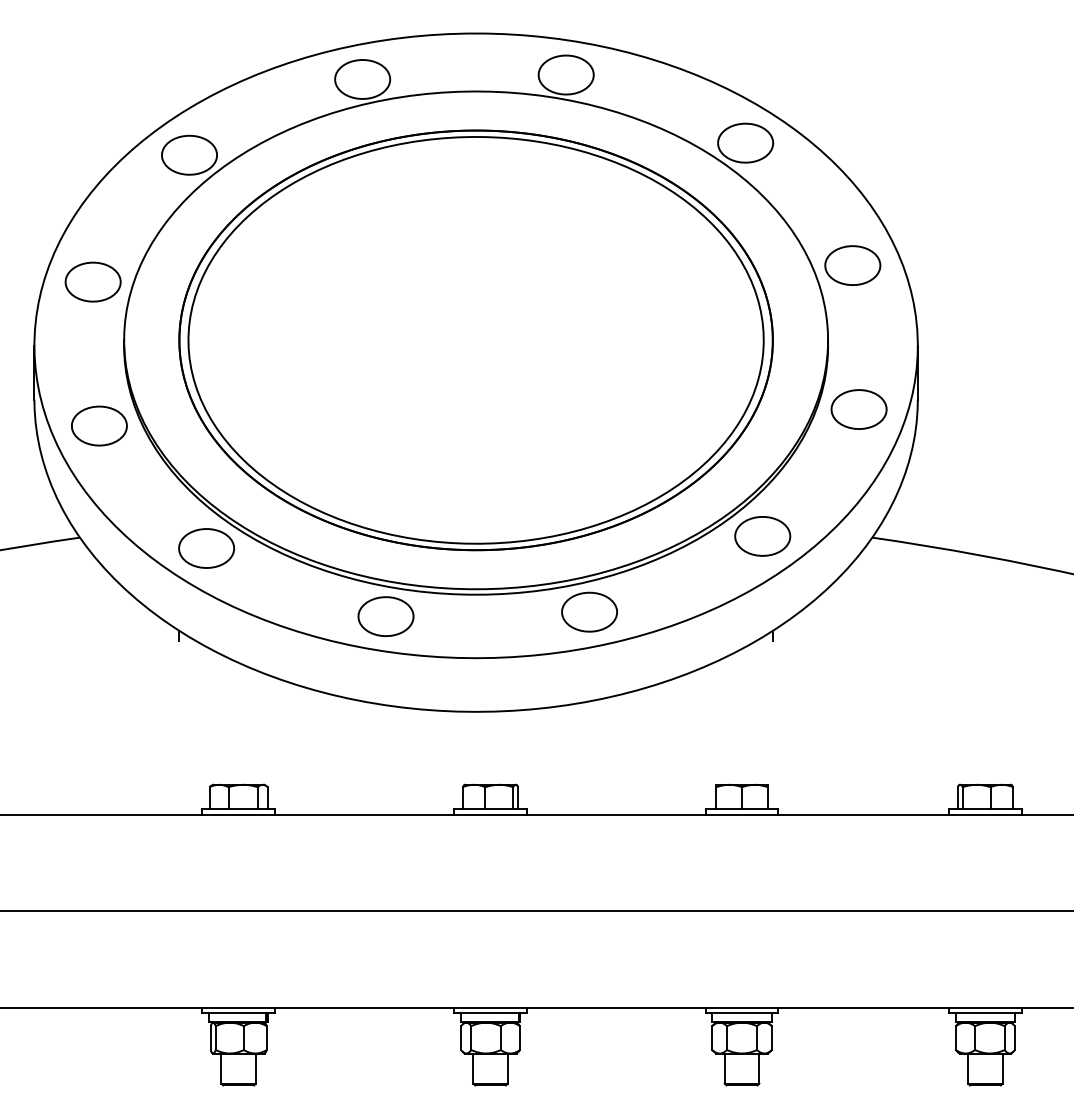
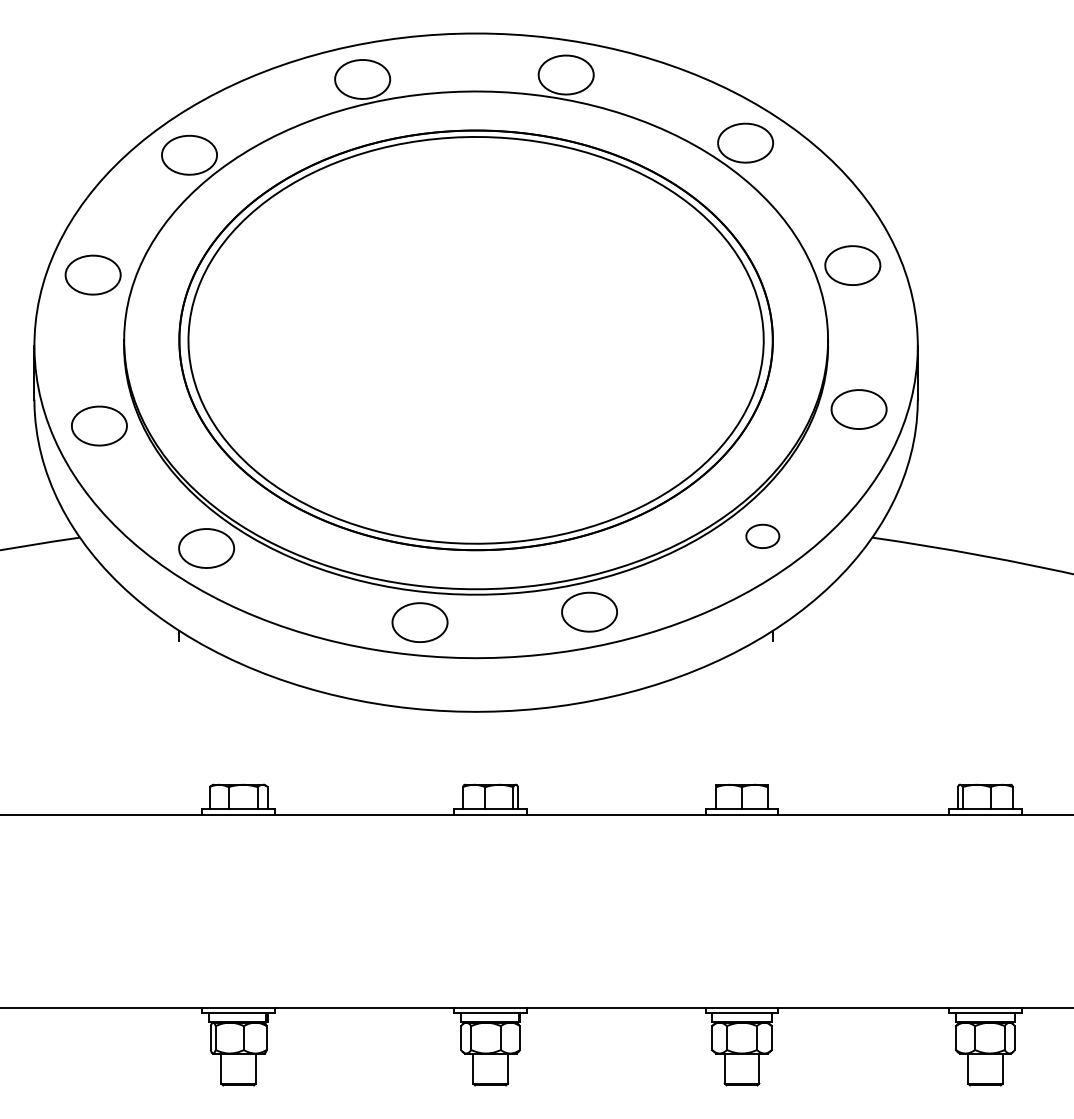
part at (92, 281) position: (92, 281) -> (92, 274)
part at (762, 536) size: 58x41 px -> 36x26 px
part at (385, 616) position: (385, 616) -> (419, 622)
line at (536, 911): present -> none
